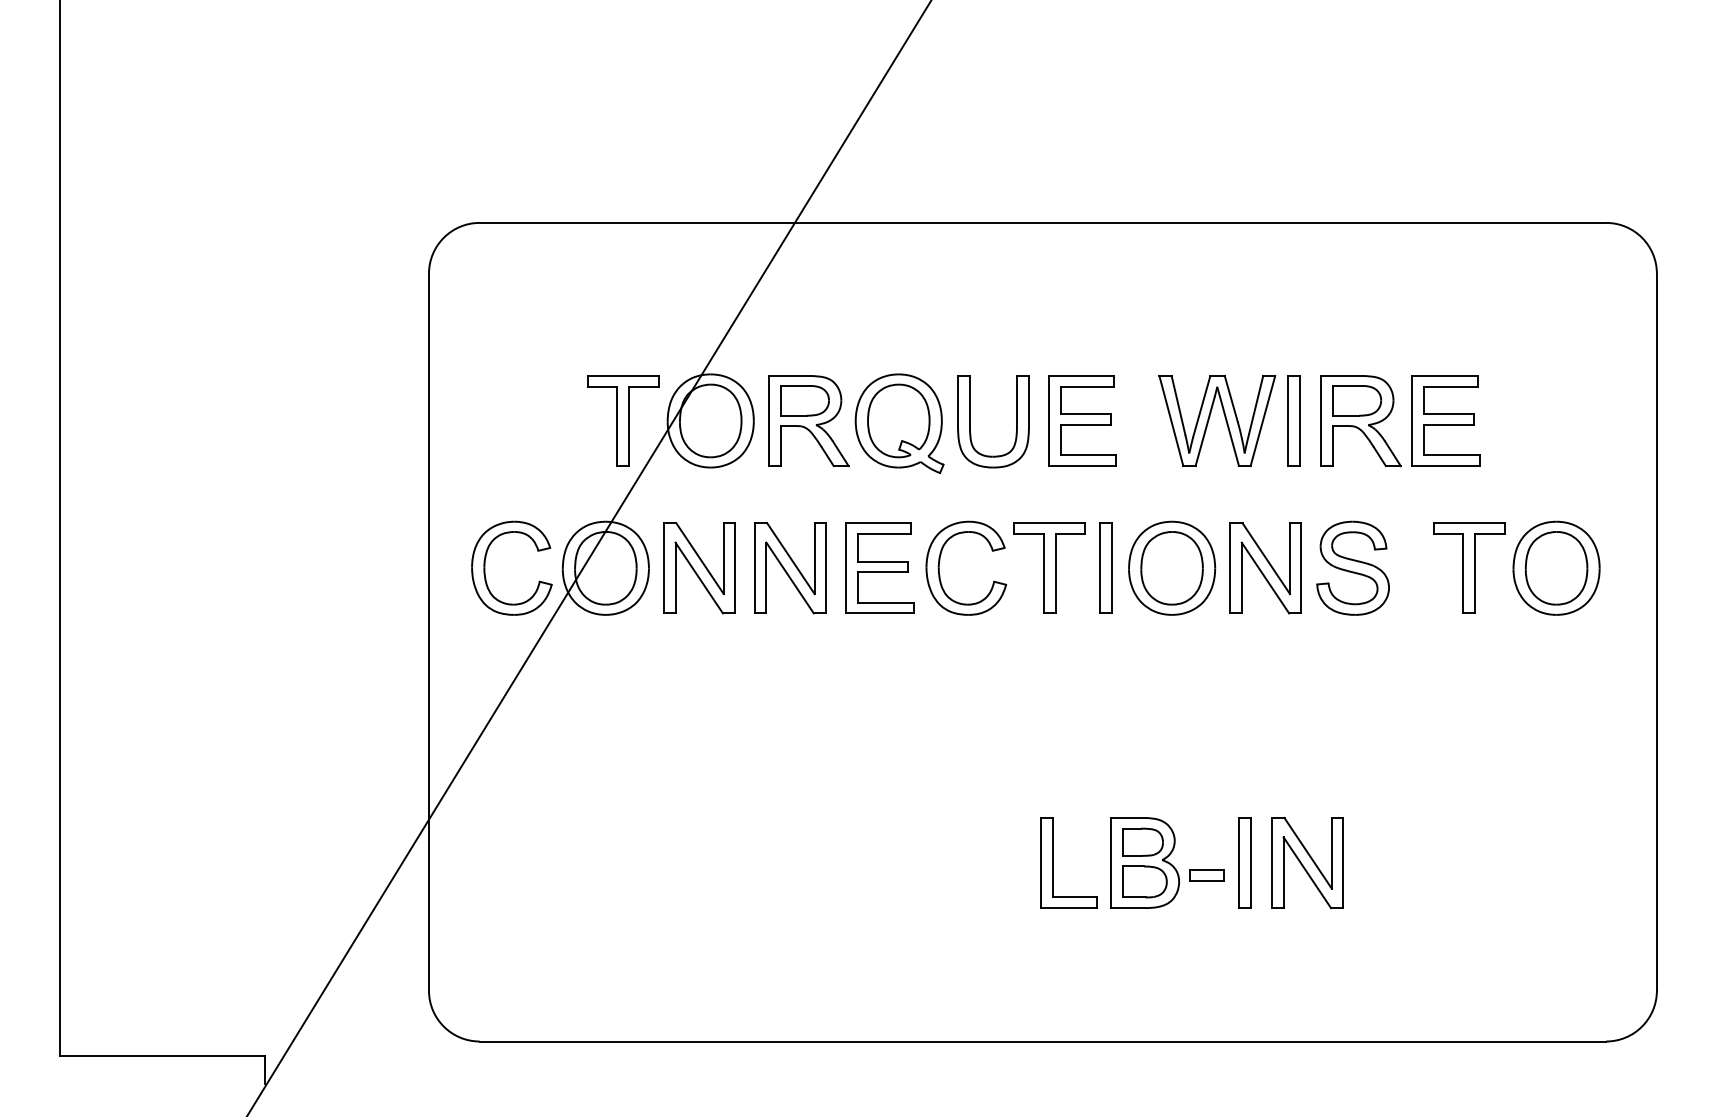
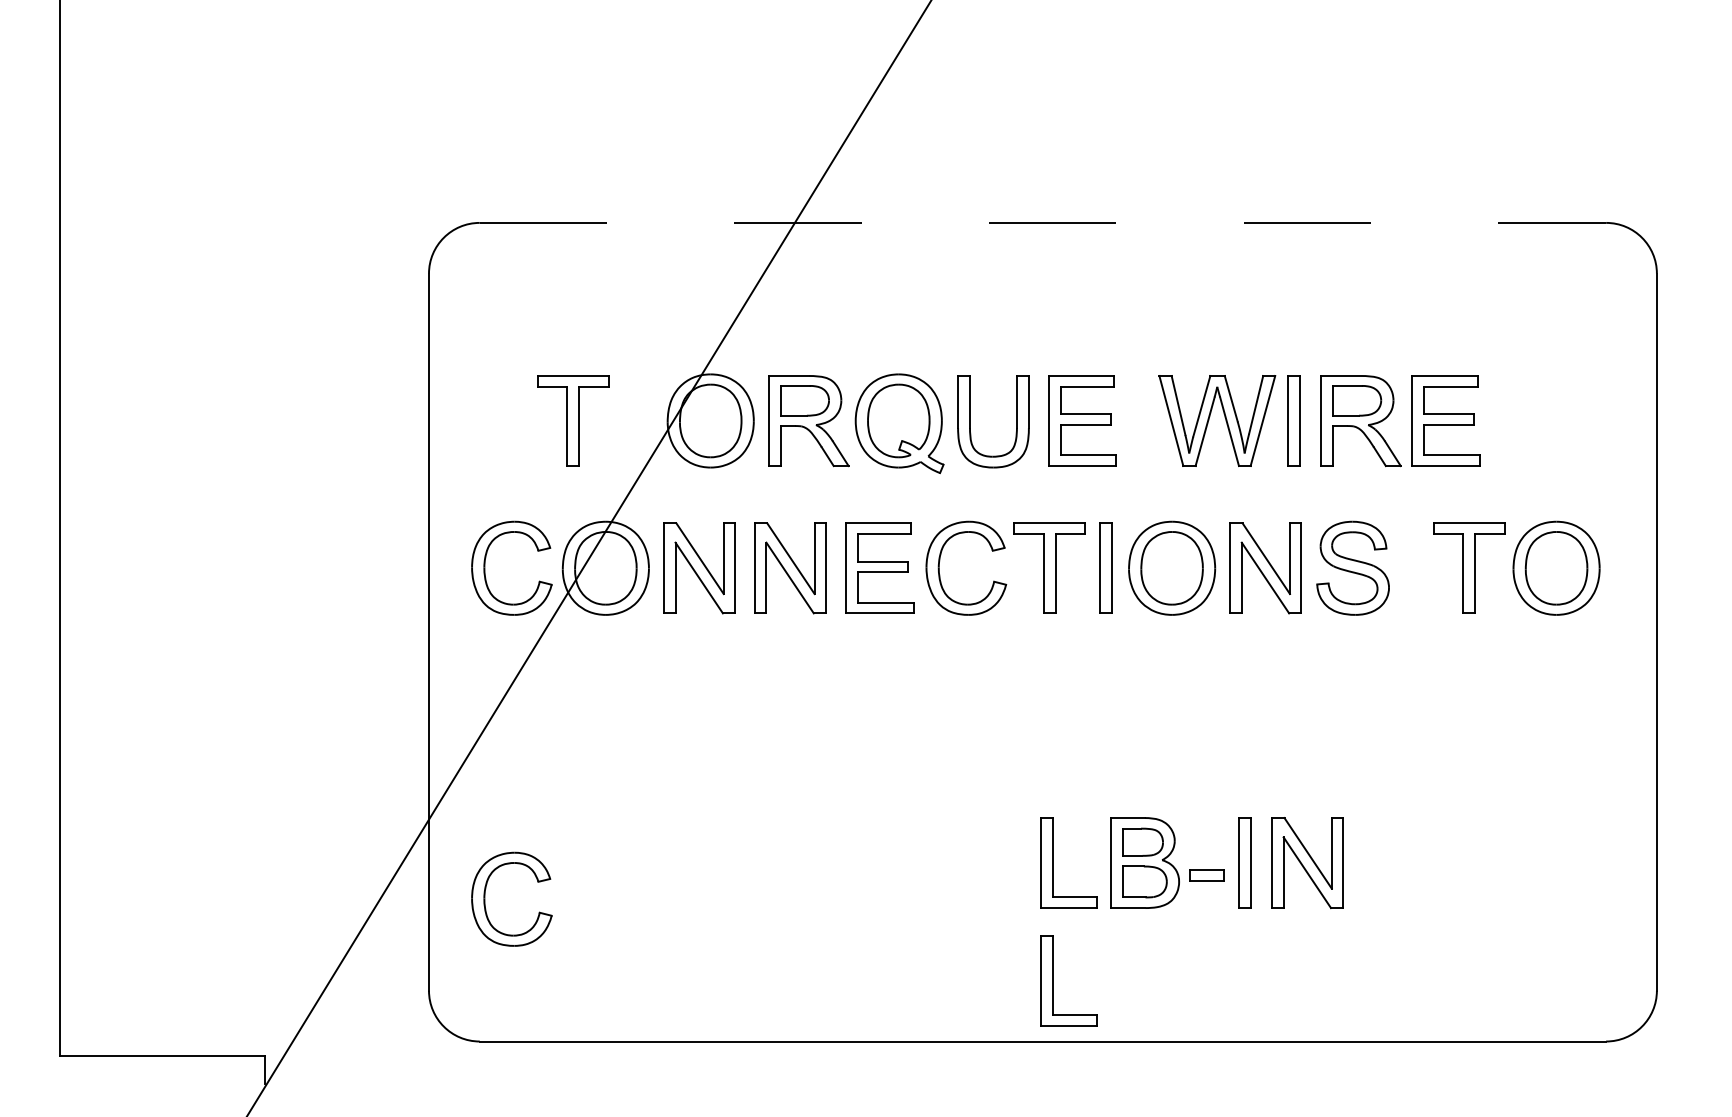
line at (1043, 222): solid -> dashed
part at (623, 420) position: (623, 420) -> (573, 420)
part at (485, 898): none -> present
part at (1053, 980): none -> present
